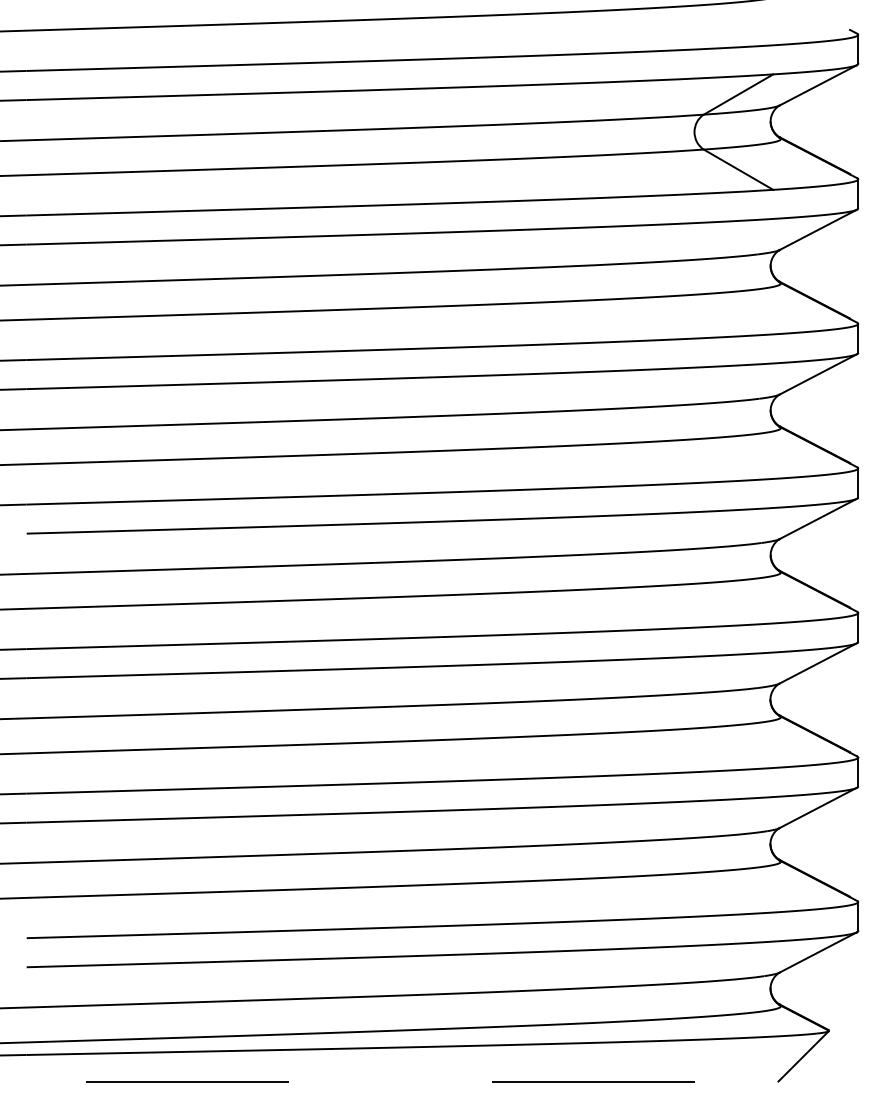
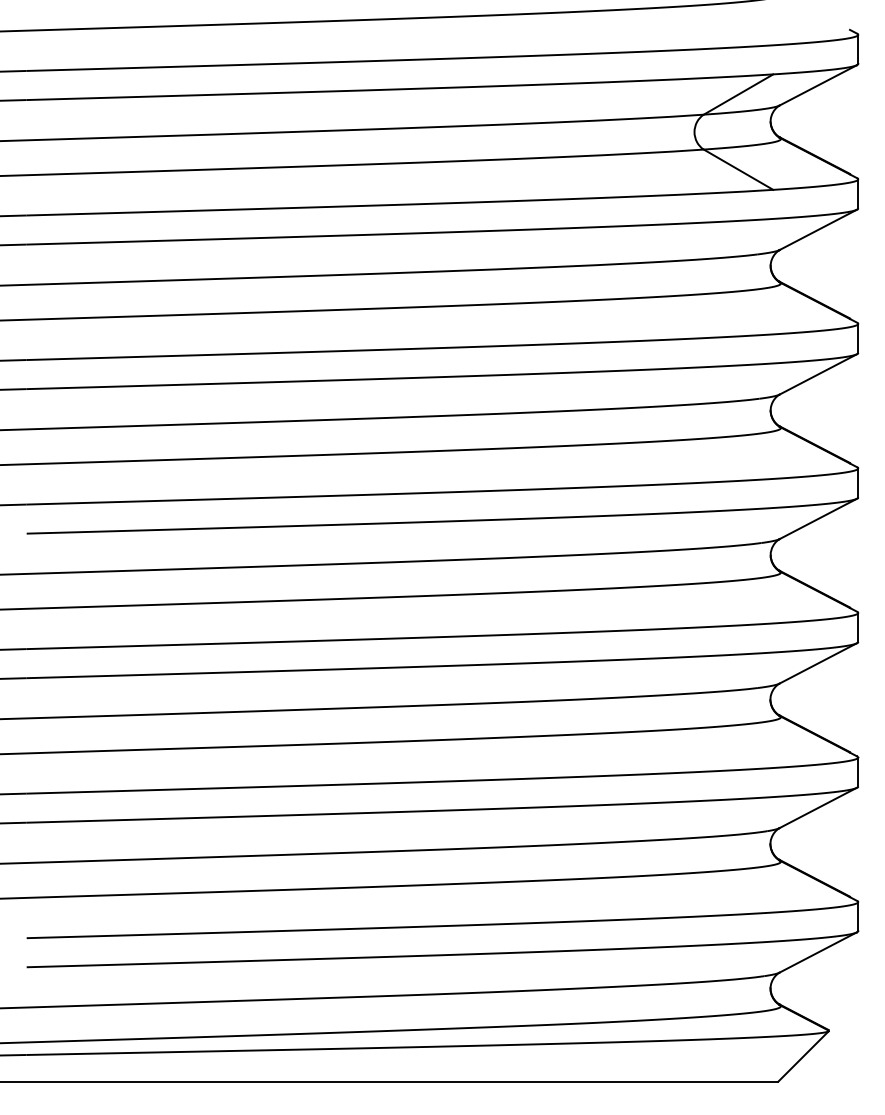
line at (389, 1081): dashed -> solid
